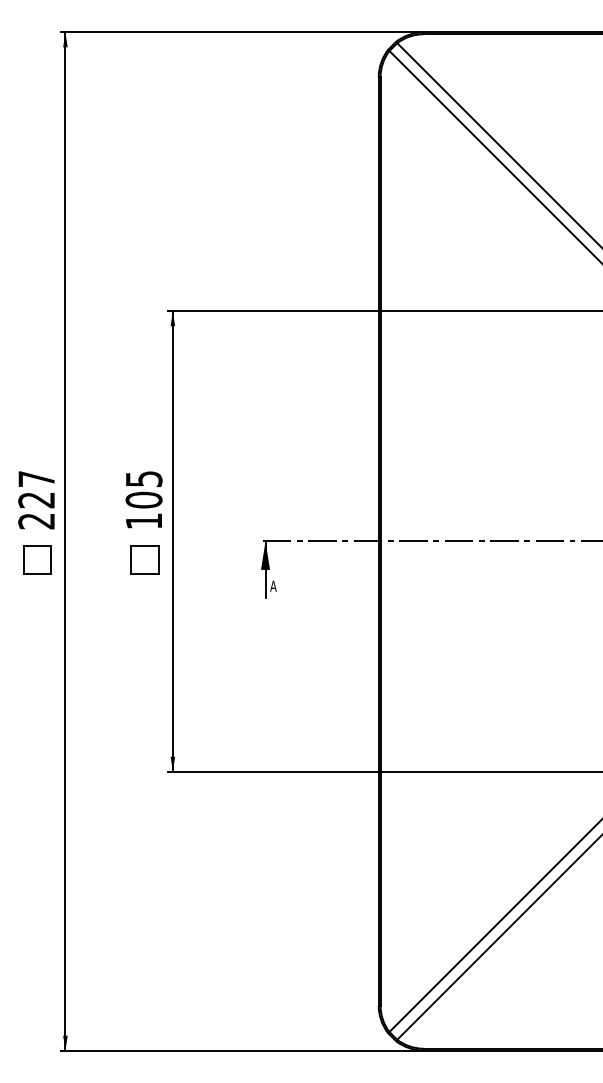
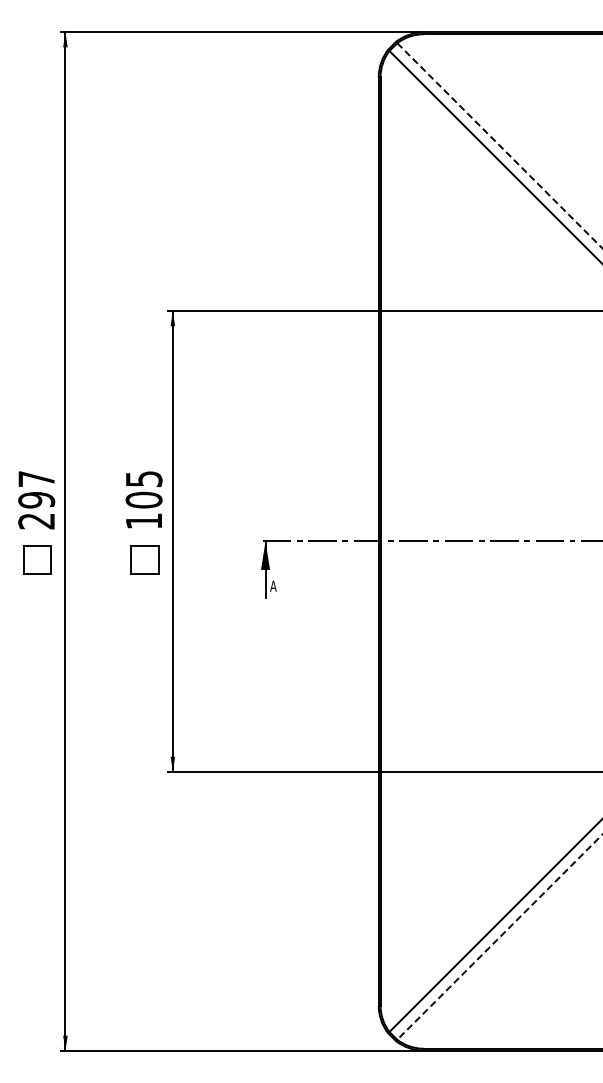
line at (500, 146): solid -> dashed
text at (36, 500): 227 -> 297
line at (499, 937): solid -> dashed
